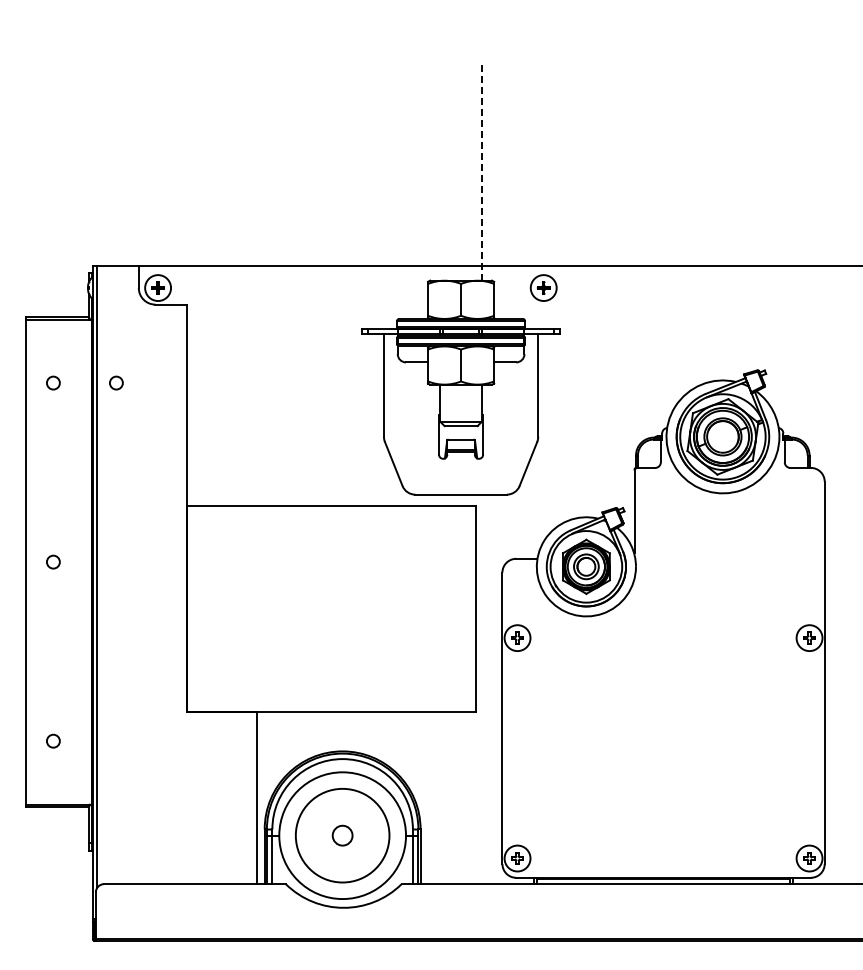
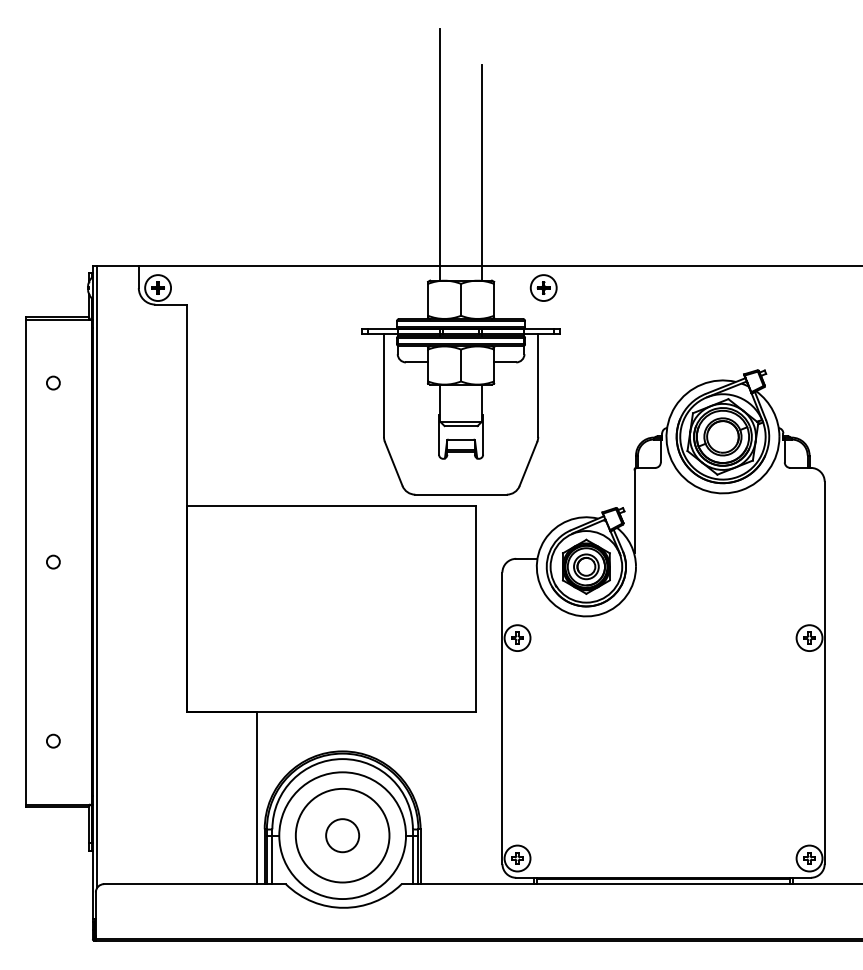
line at (440, 154): none -> present
line at (481, 172): dashed -> solid
circle at (116, 382): present -> none
circle at (342, 835) diameter: 20 px -> 33 px
